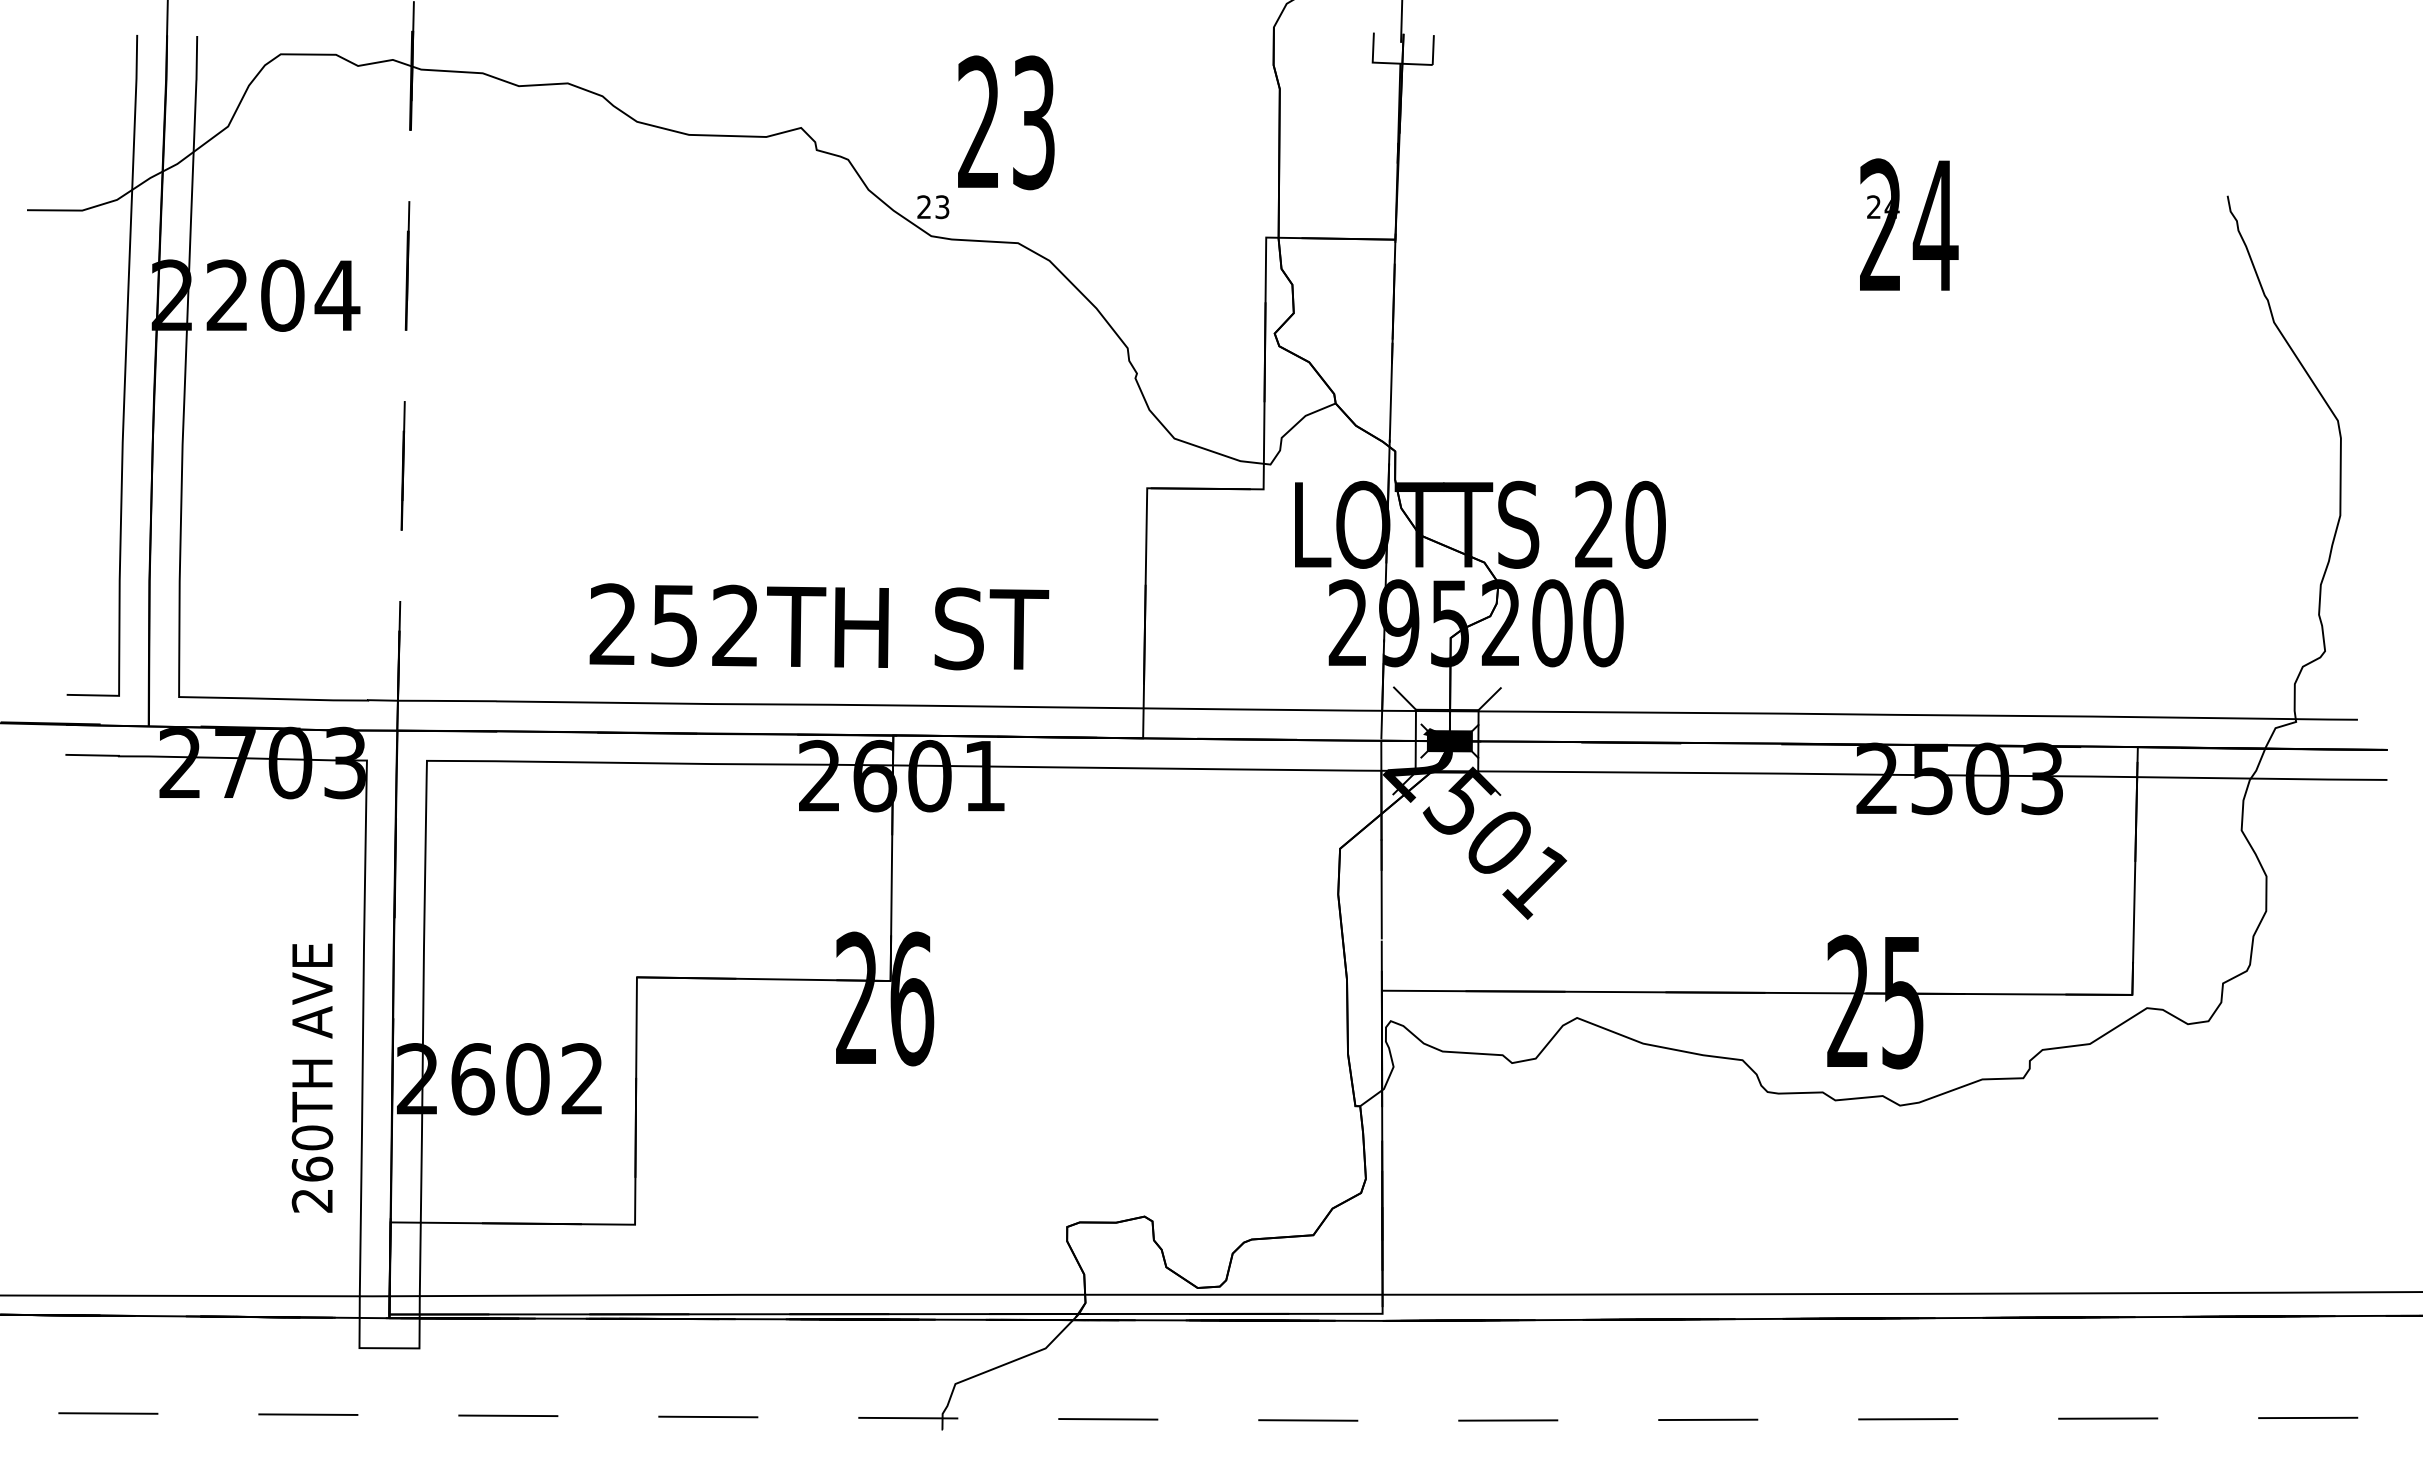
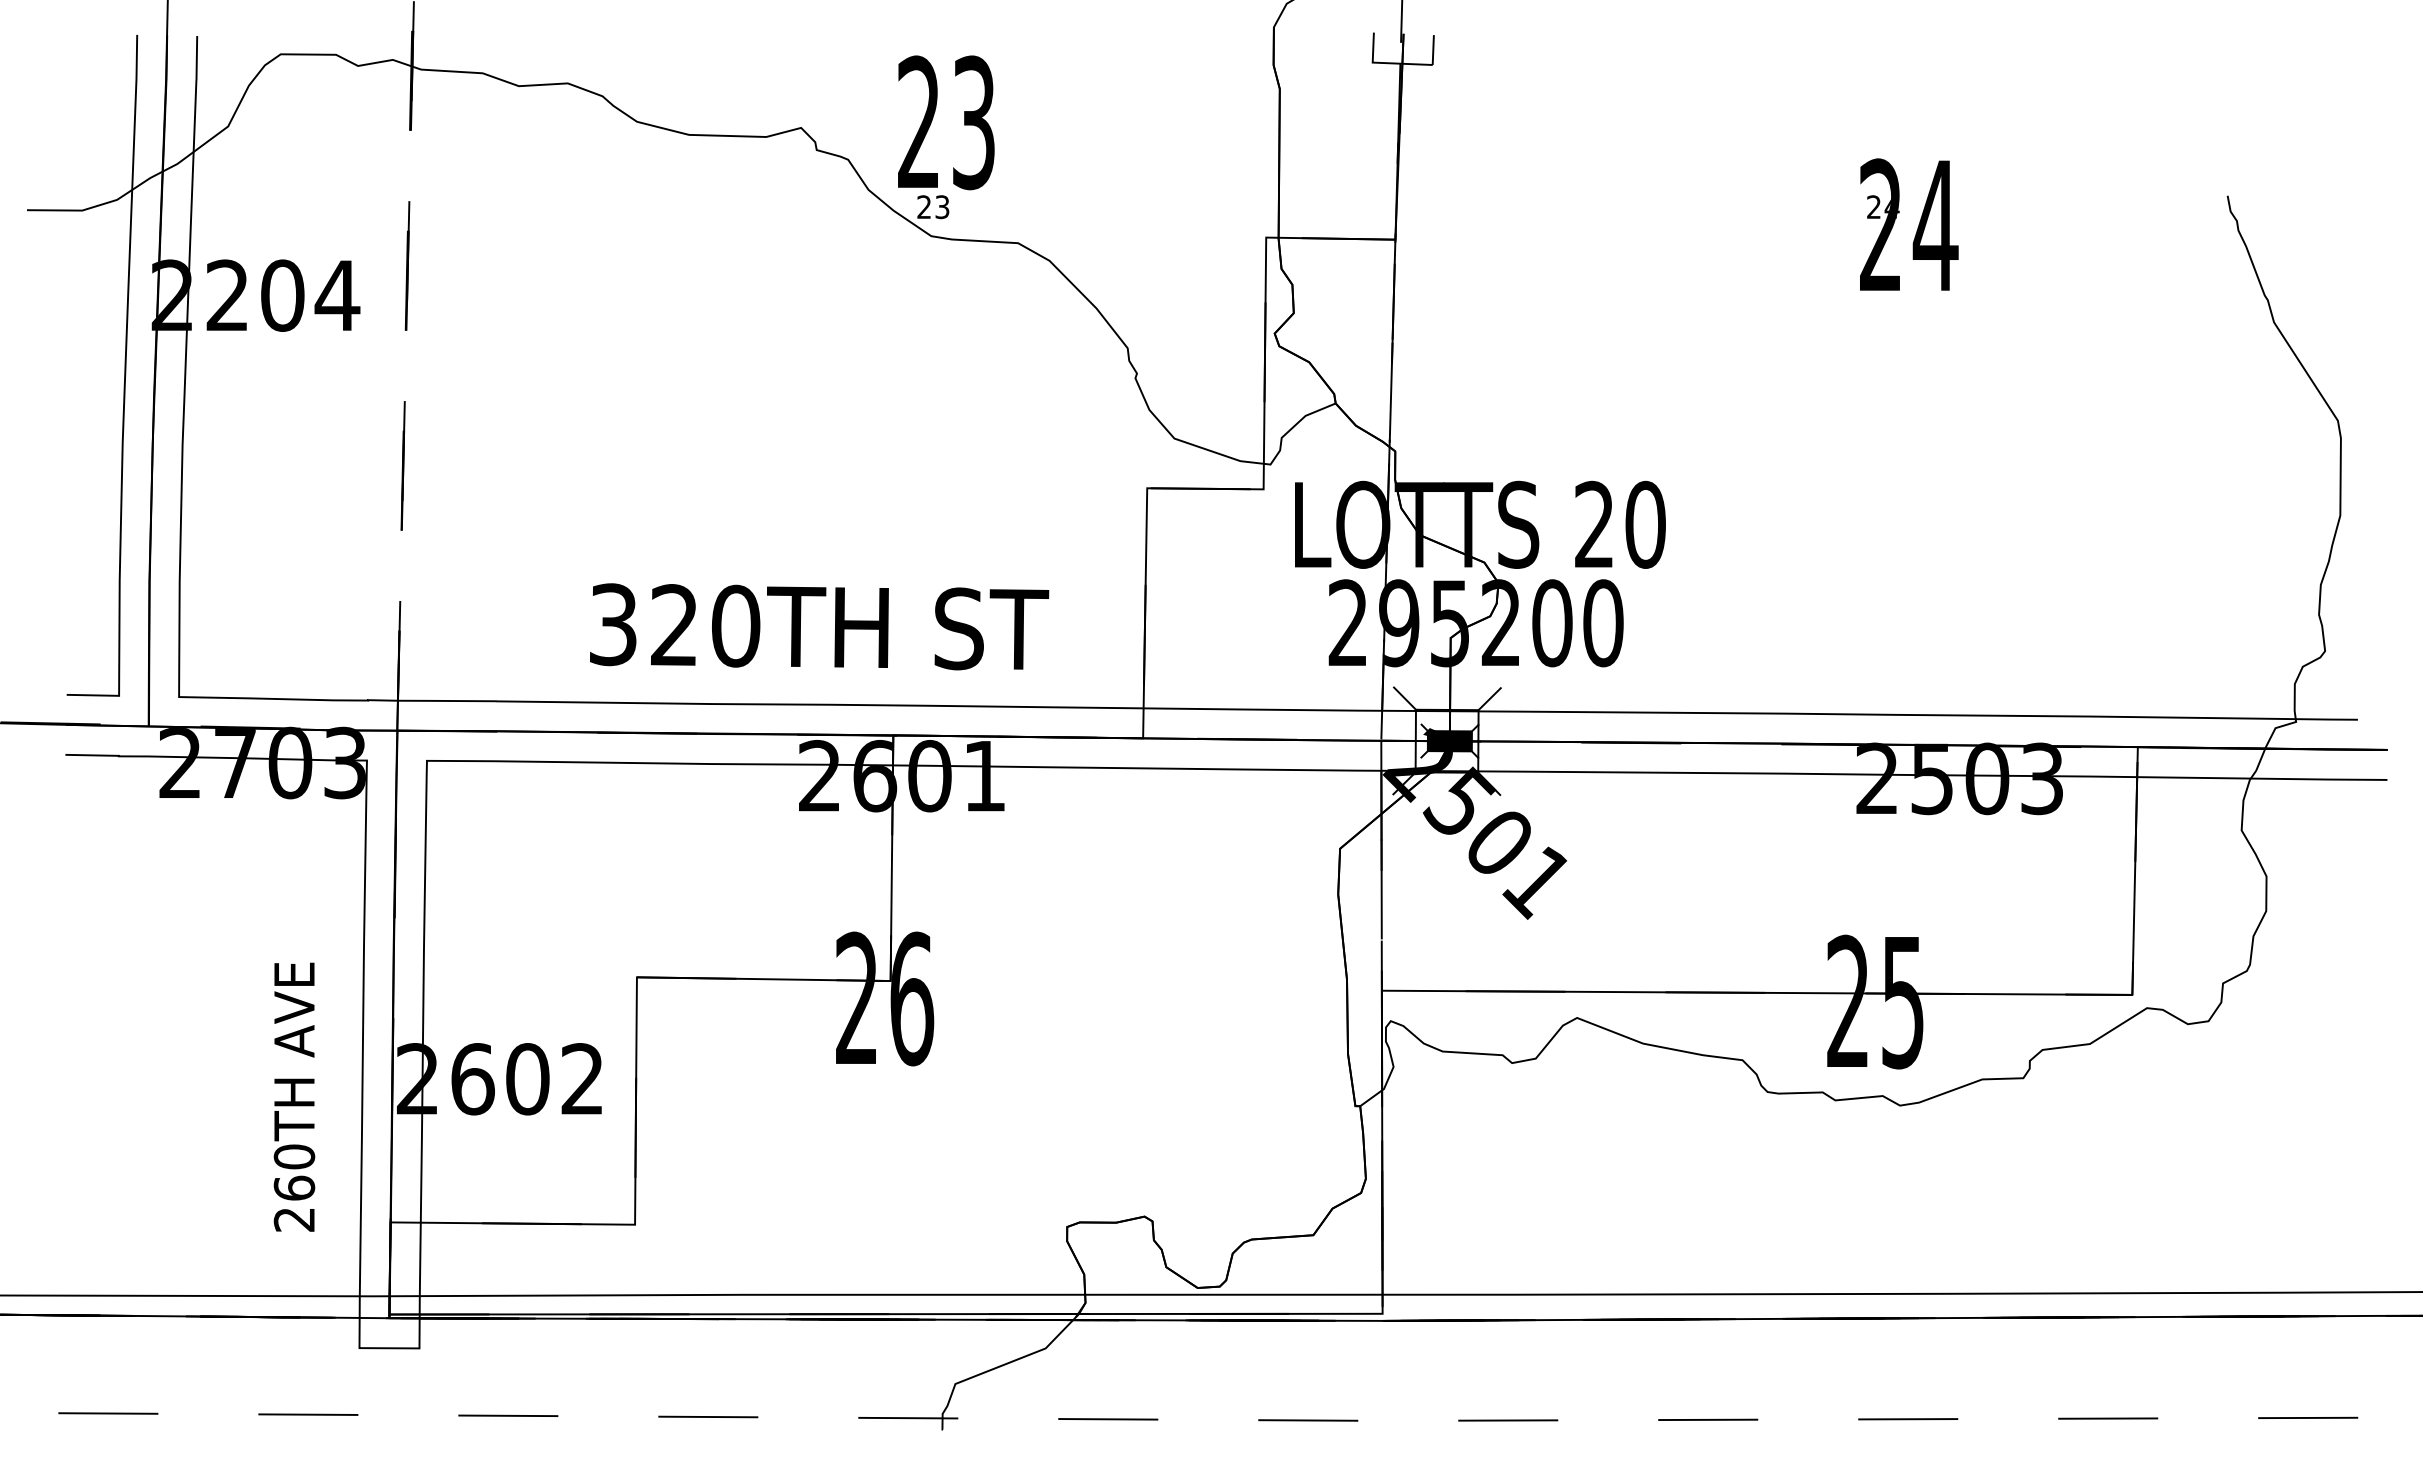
text at (1006, 122) position: (1006, 122) -> (946, 122)
text at (674, 625): 252TH -> 320TH
text at (312, 1077) position: (312, 1077) -> (294, 1096)
